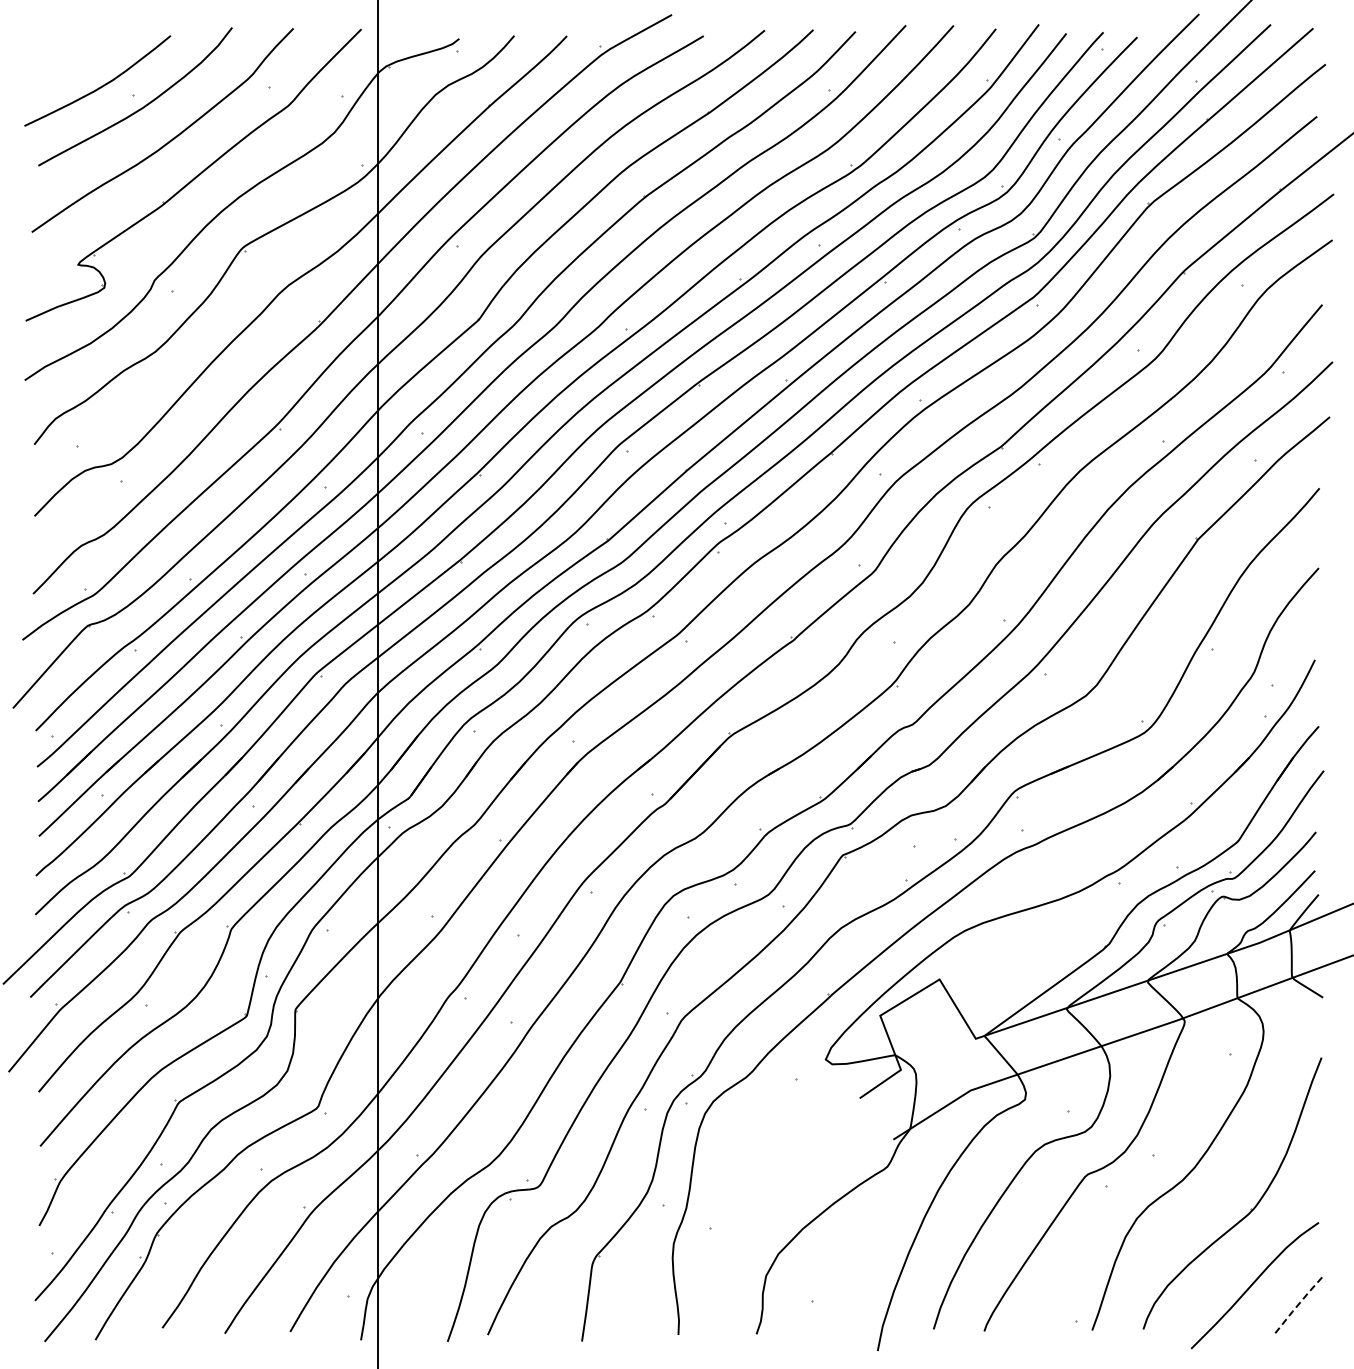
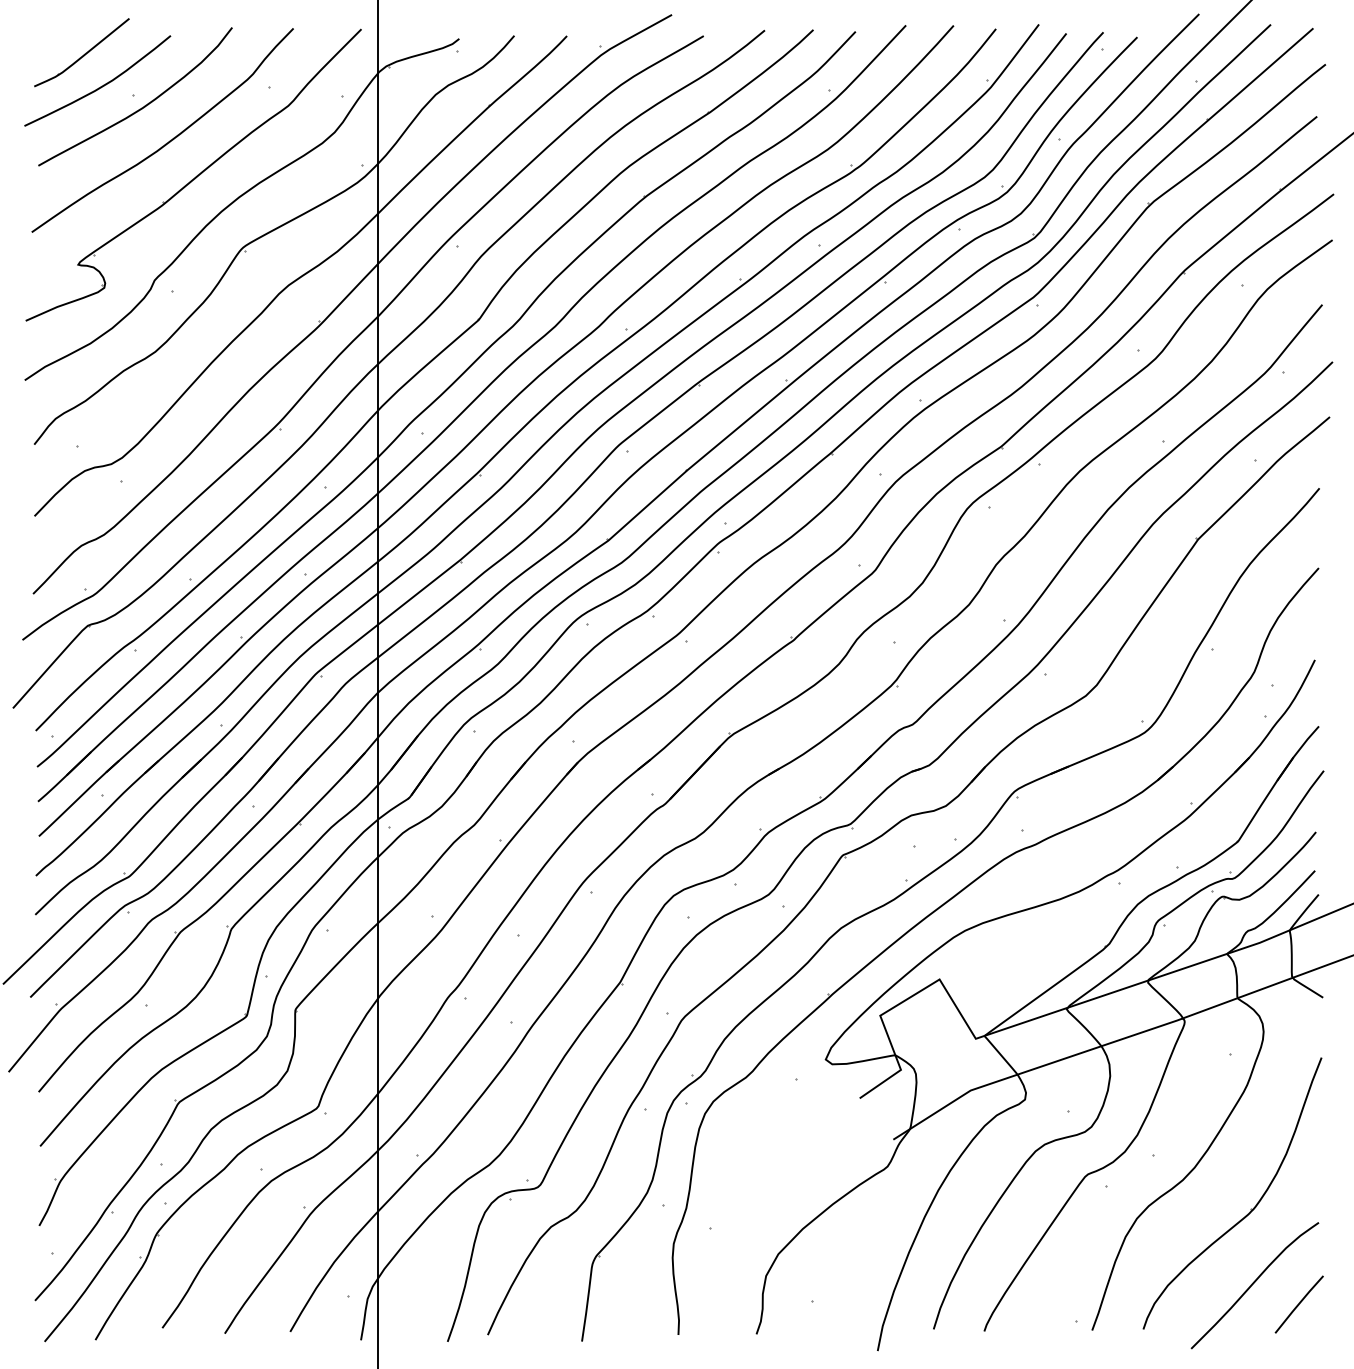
part at (81, 52): none -> present
line at (1299, 1303): dashed -> solid
